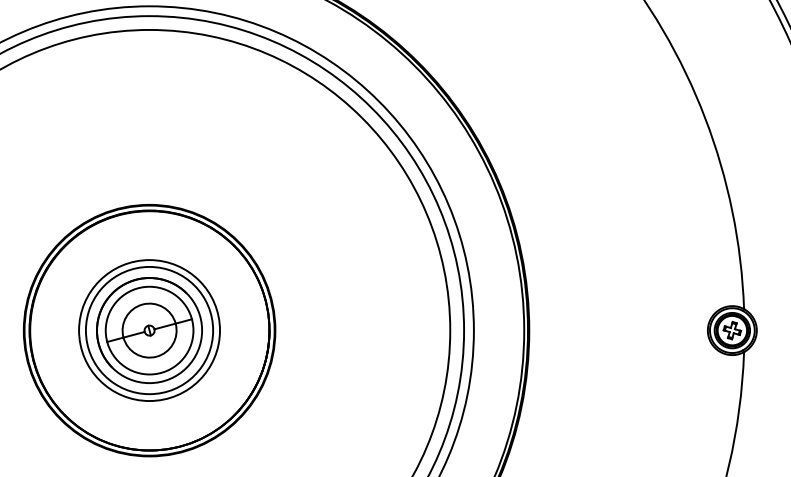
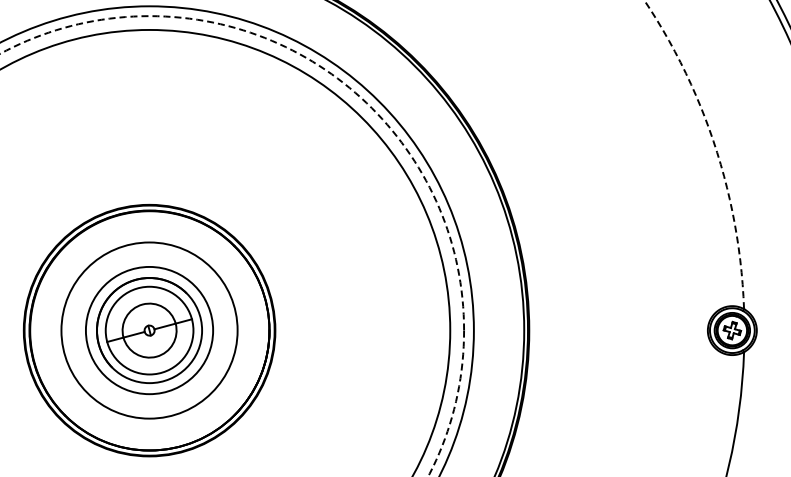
arc at (715, 146): solid -> dashed
circle at (232, 246): solid -> dashed
circle at (149, 330) diameter: 141 px -> 176 px
